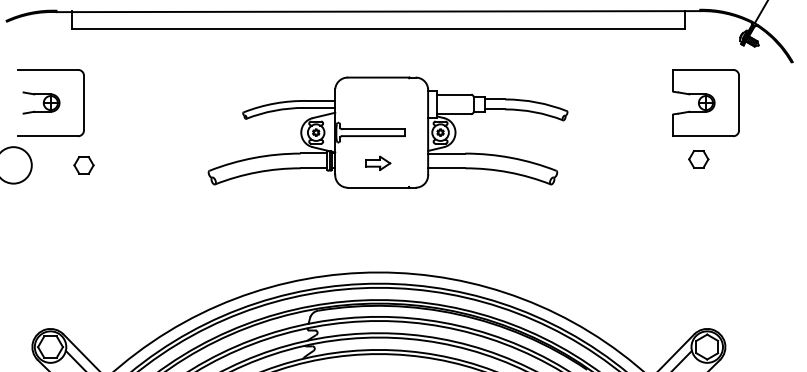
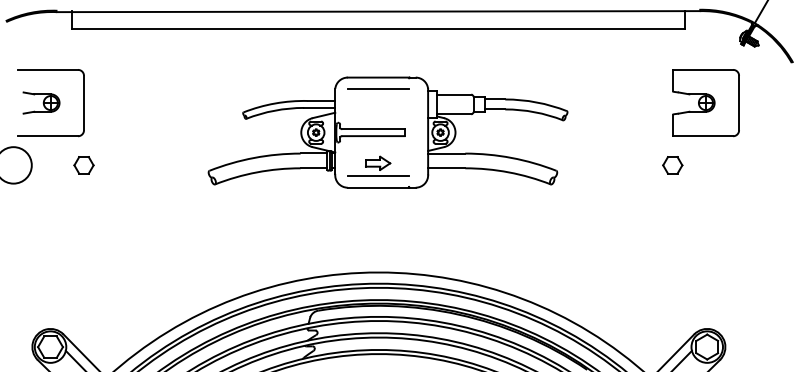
line at (378, 88): none -> present
part at (698, 159) position: (698, 159) -> (672, 165)
line at (378, 176): none -> present
